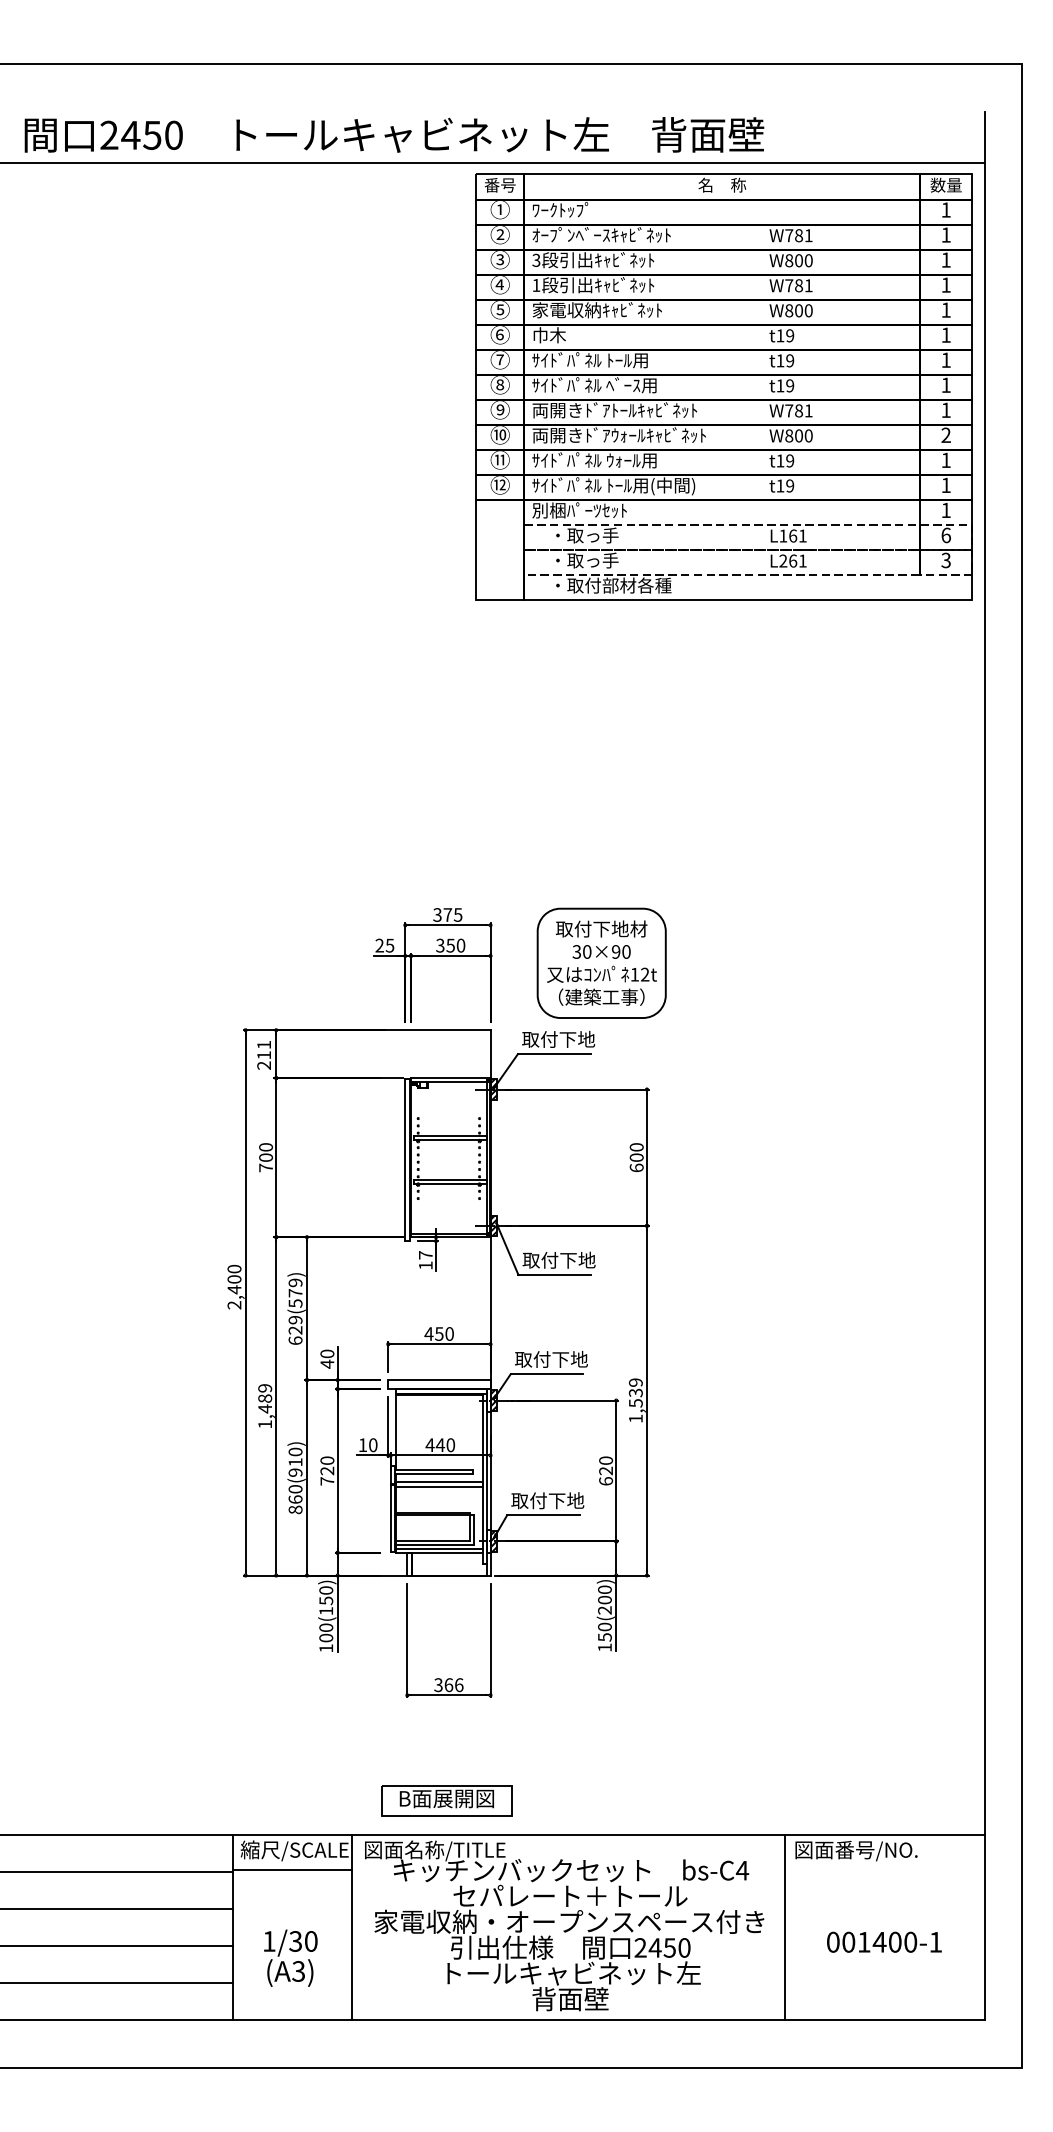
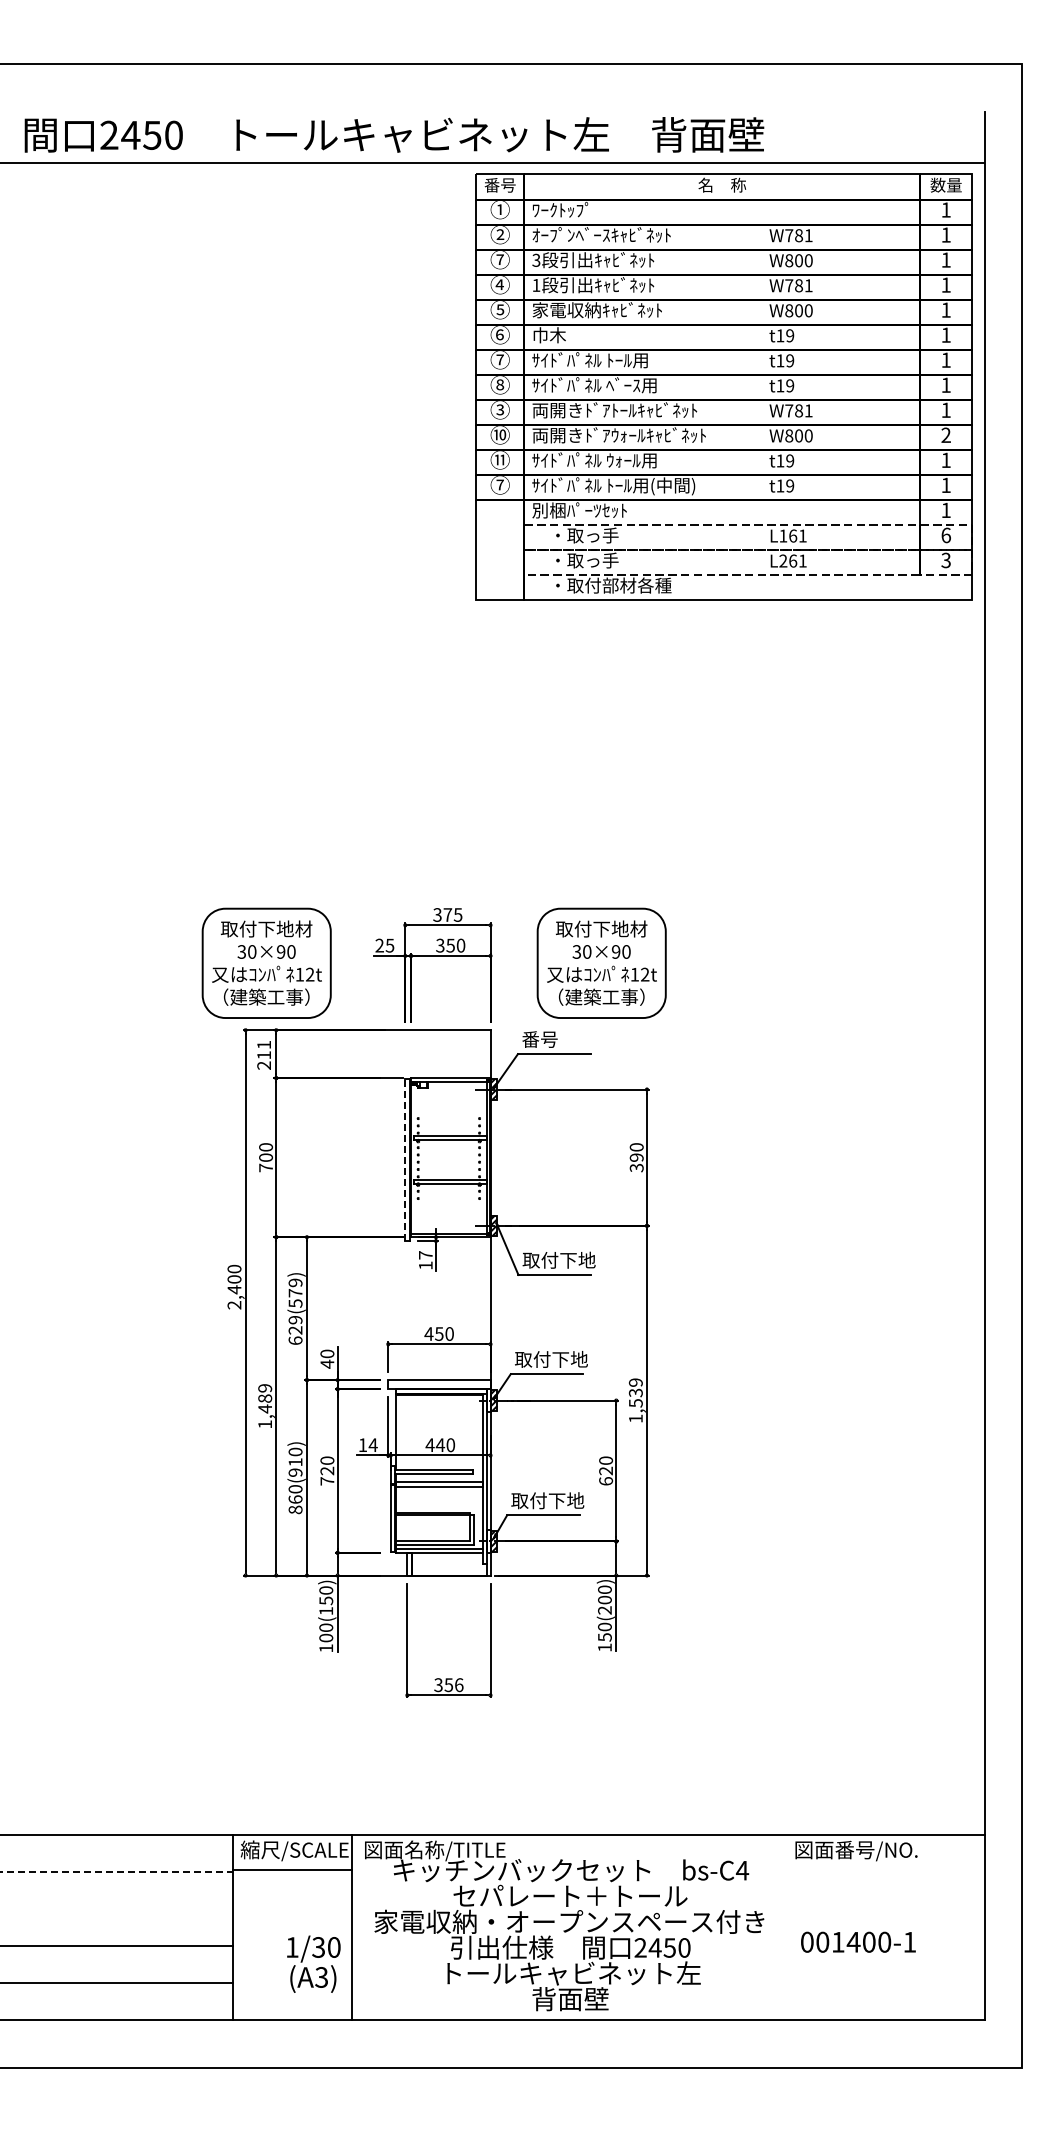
text at (500, 259): ③ -> ⑦
text at (500, 409): ⑨ -> ③
text at (499, 484): ⑫ -> ⑦
part at (266, 962): none -> present
text at (558, 1038): 取付下地 -> 番号
line at (405, 1159): solid -> dashed
text at (636, 1162): 600 -> 390
text at (372, 1445): 10 -> 14
text at (448, 1685): 366 -> 356
part at (446, 1800): present -> none
line at (117, 1871): solid -> dashed
line at (117, 1908): present -> none
line at (784, 1927): present -> none
text at (884, 1941) position: (884, 1941) -> (858, 1941)
text at (290, 1957) position: (290, 1957) -> (313, 1963)
